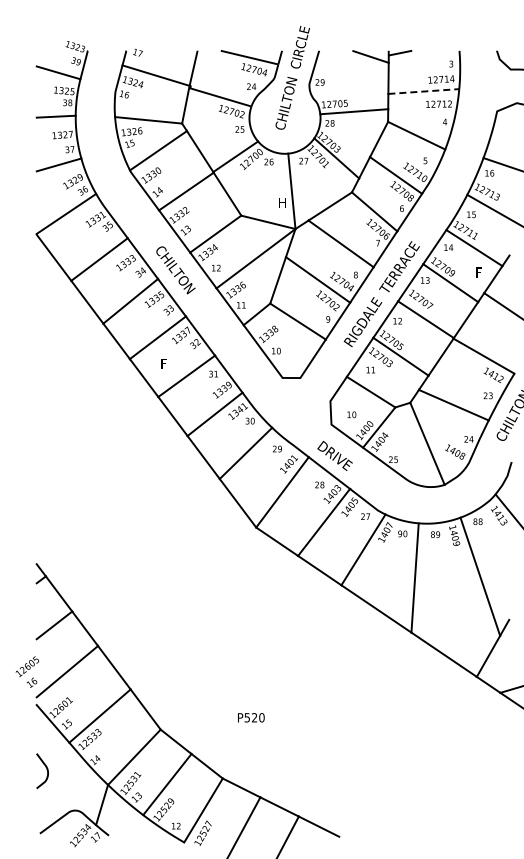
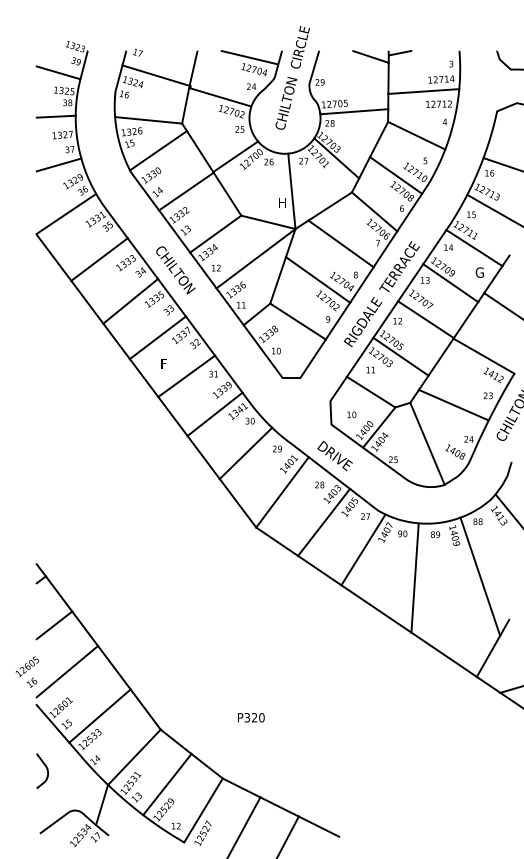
line at (423, 91): dashed -> solid
text at (479, 272): F -> G
text at (247, 717): P520 -> P320
